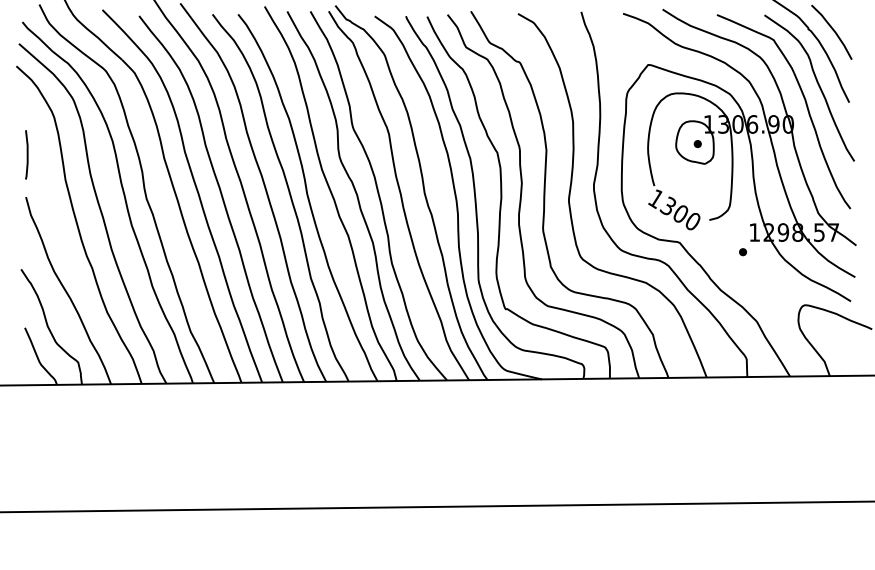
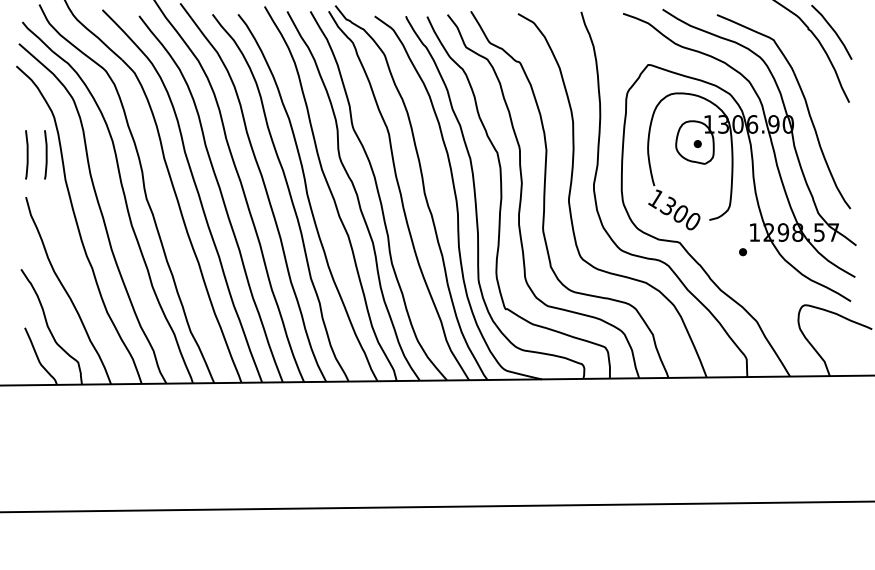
curve at (817, 84): present -> none
line at (45, 154): none -> present
